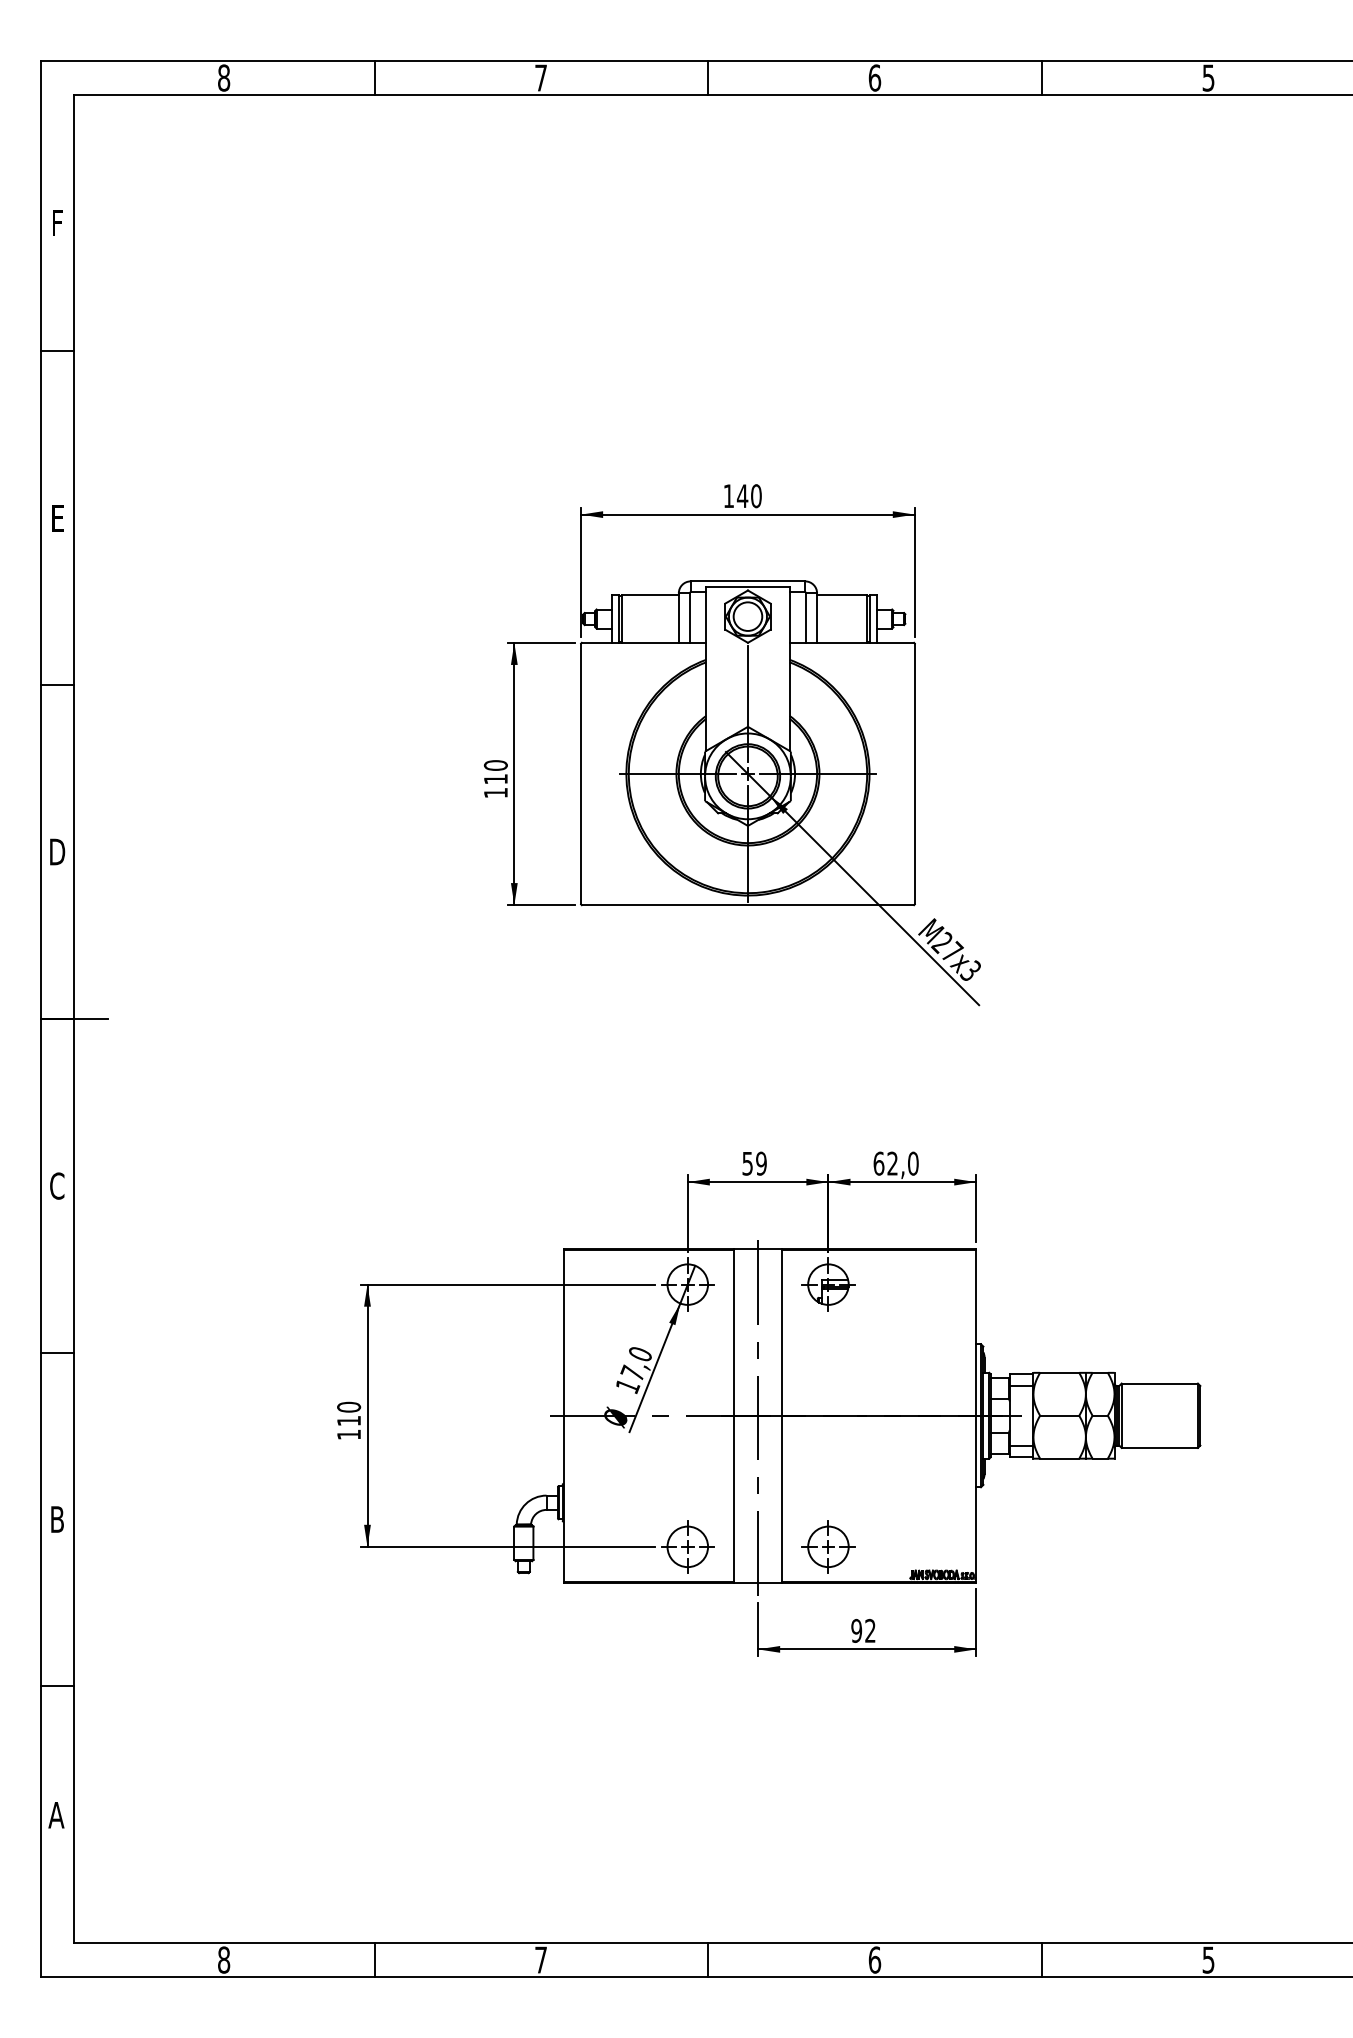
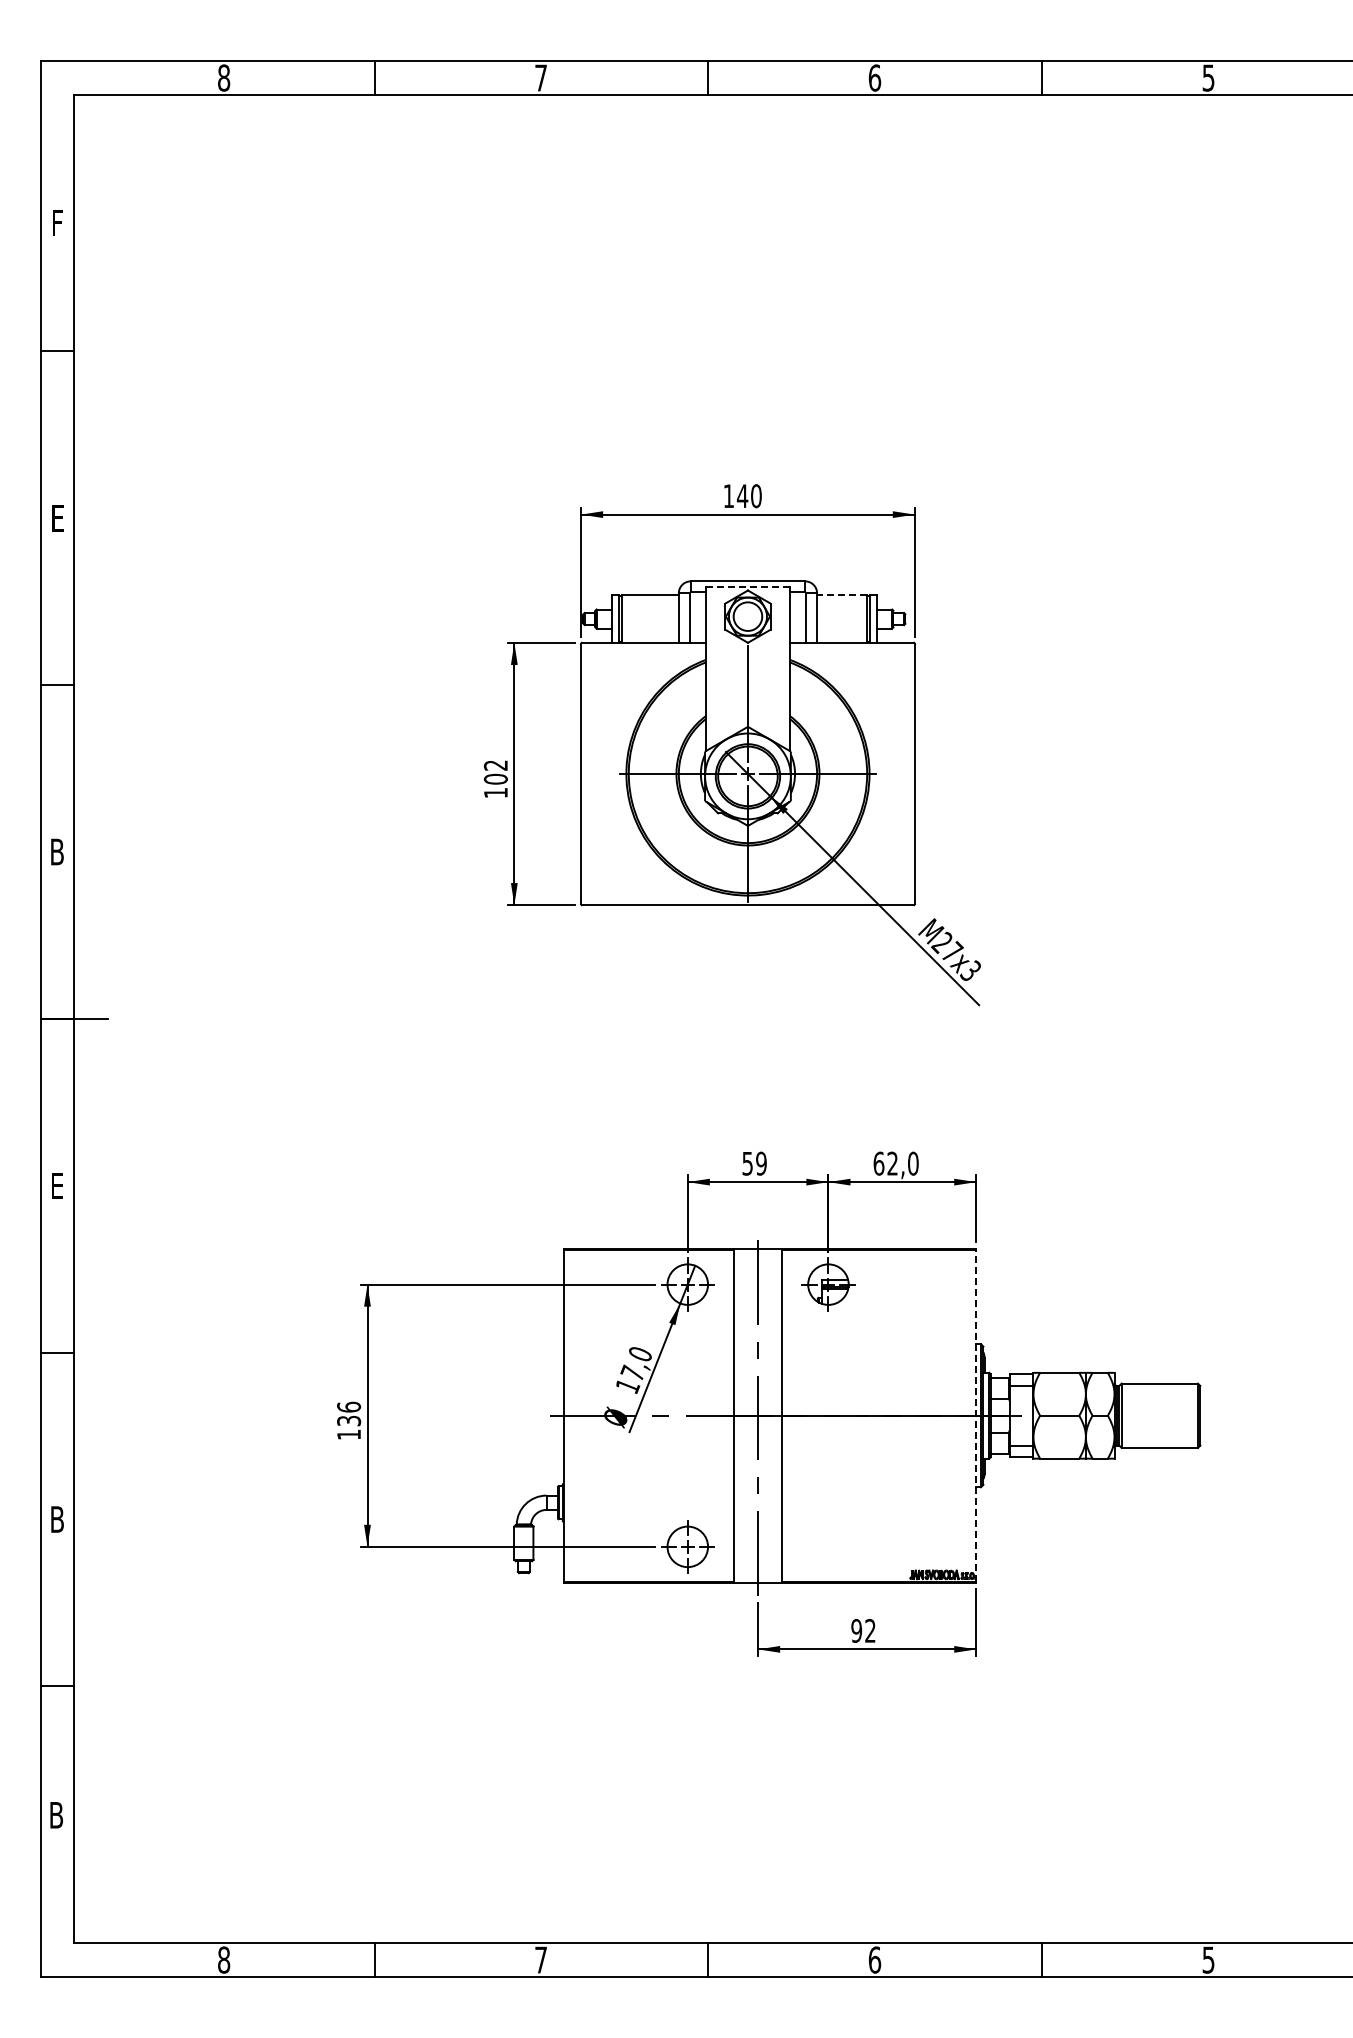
line at (747, 586): solid -> dashed
line at (841, 595): solid -> dashed
text at (495, 772): 110 -> 102
text at (57, 851): D -> B
text at (57, 1185): C -> E
text at (349, 1413): 110 -> 136
line at (976, 1415): solid -> dashed
part at (828, 1546): present -> none
text at (56, 1815): A -> B
